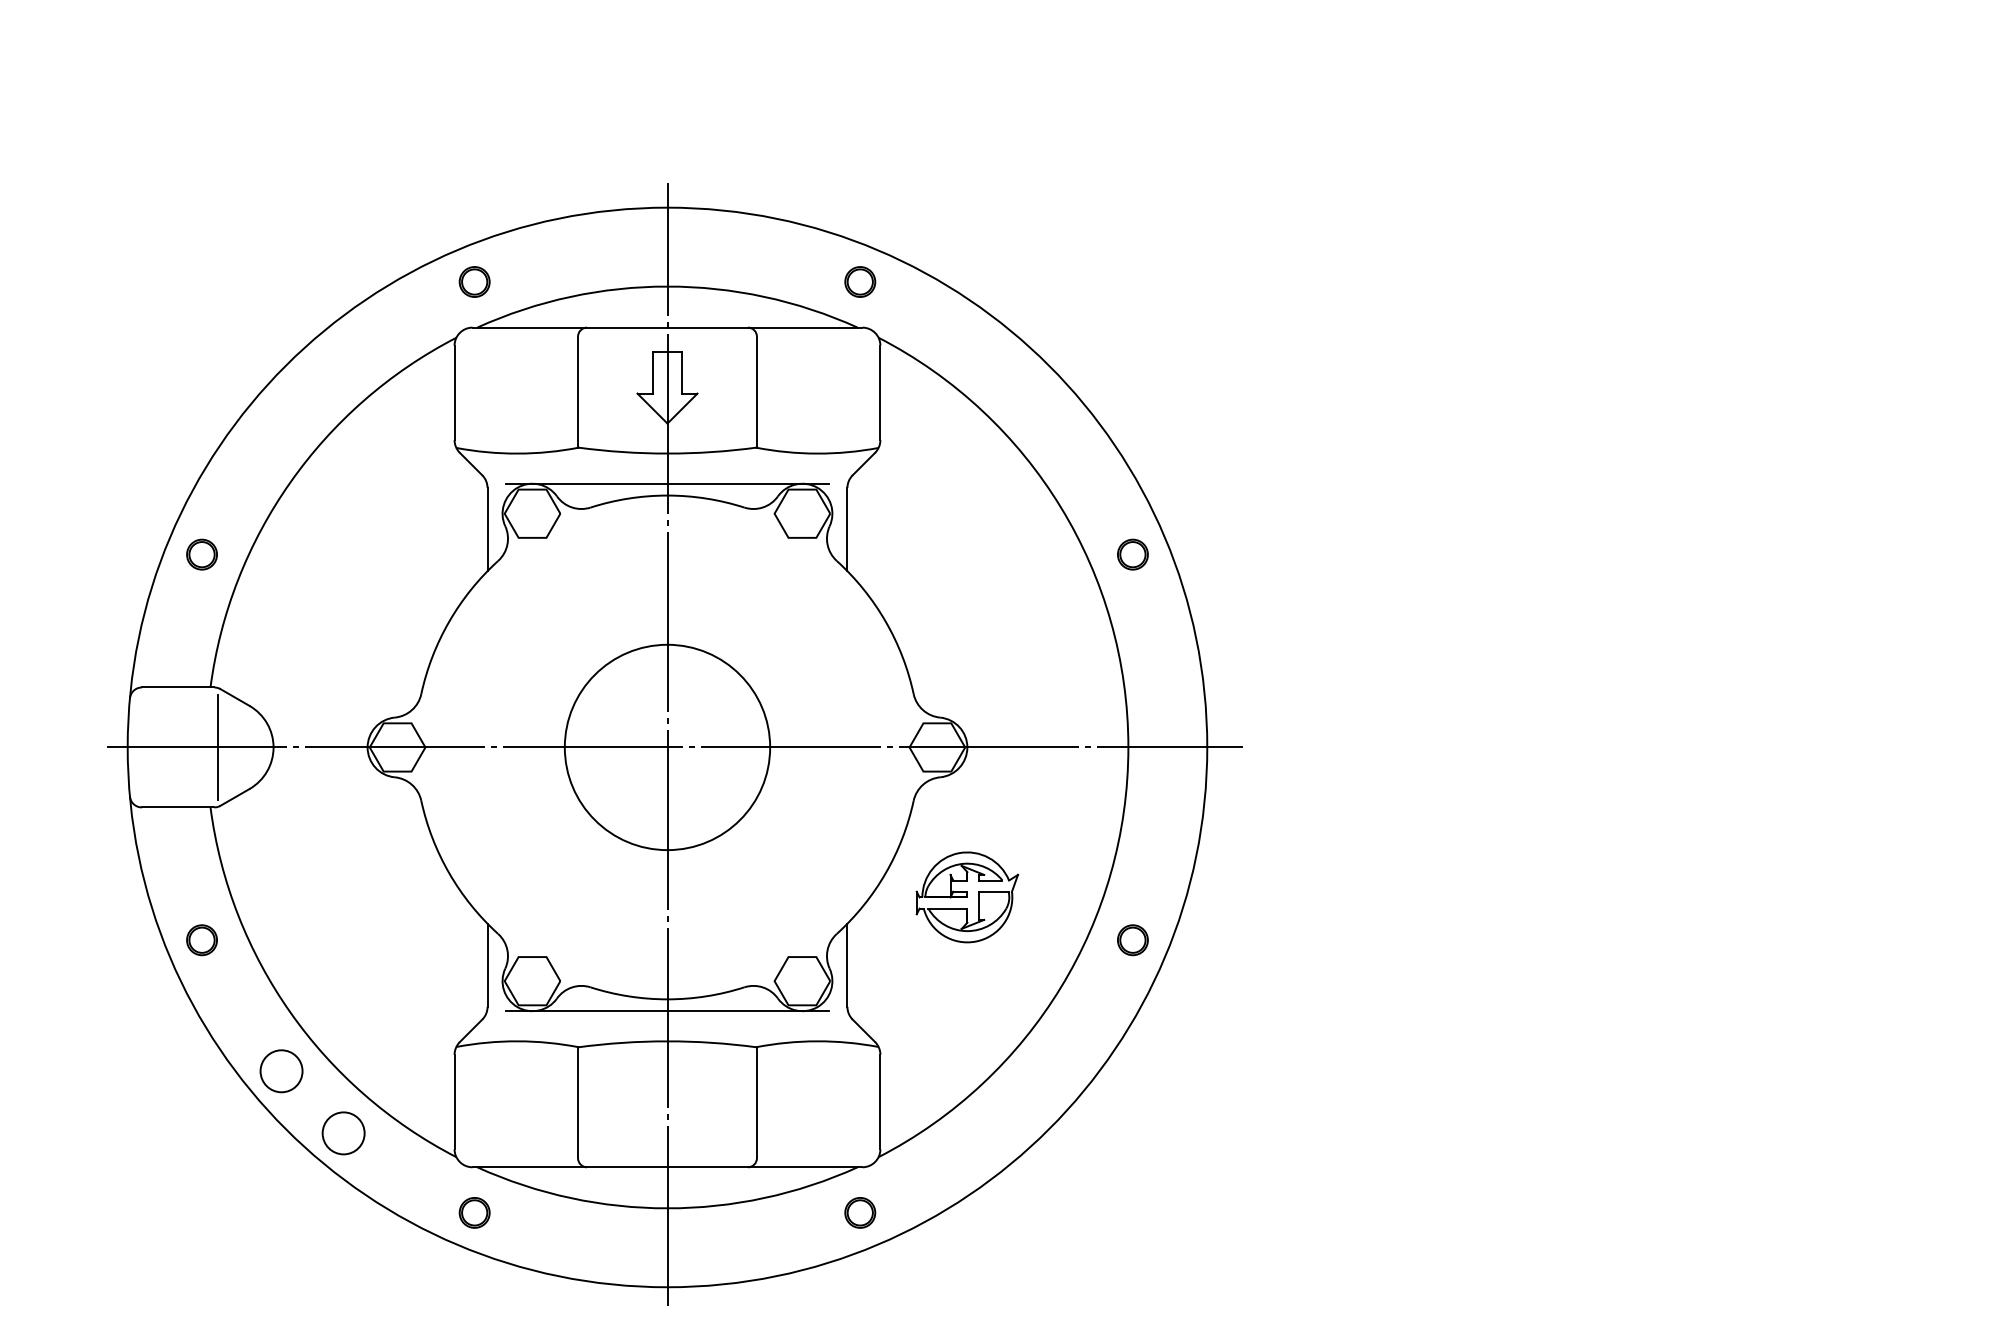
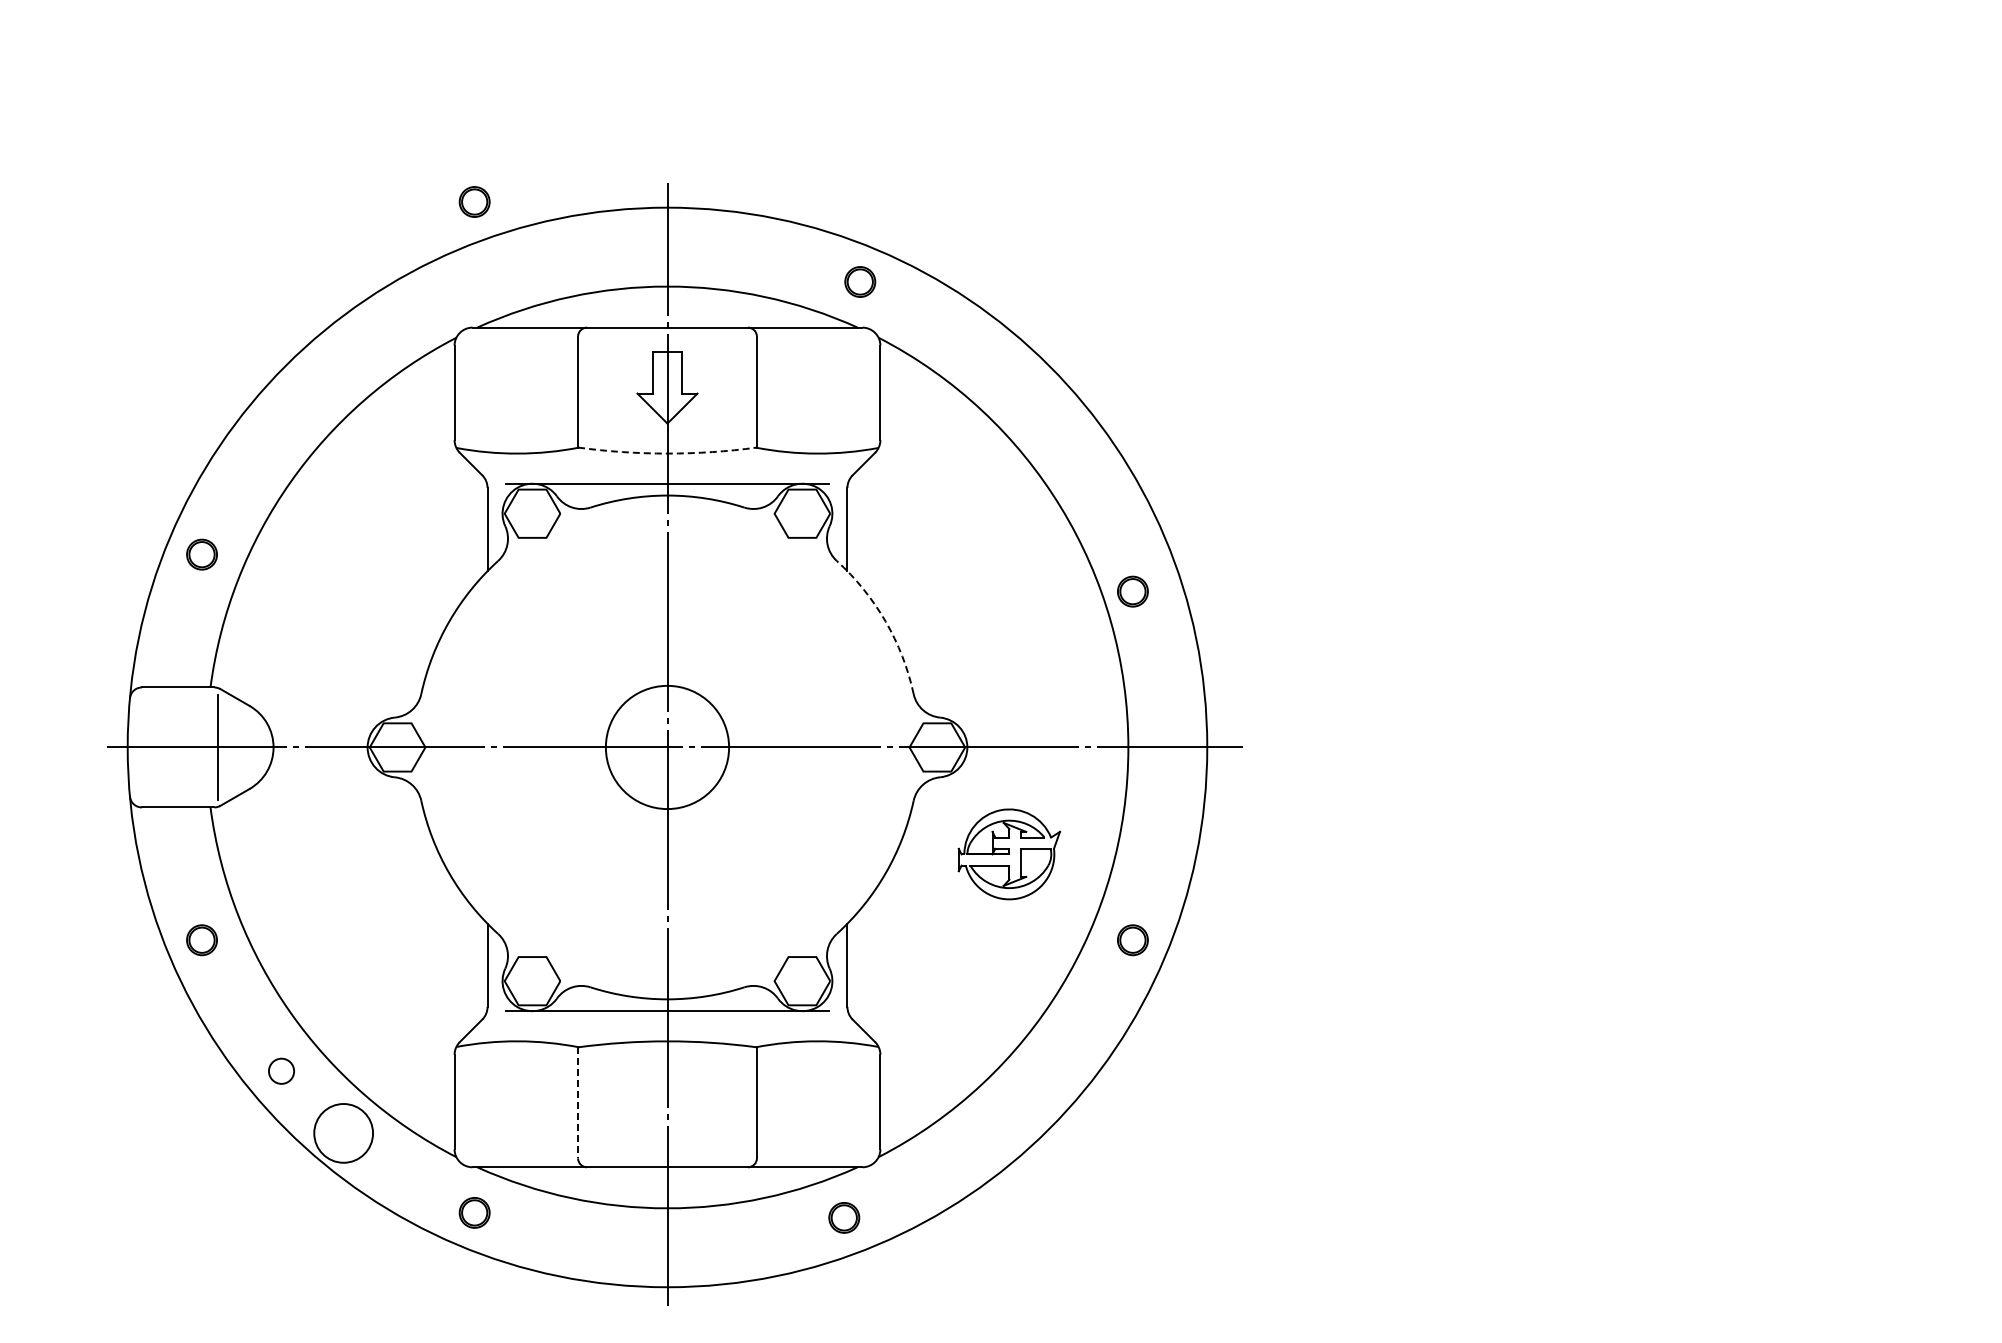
part at (474, 281) position: (474, 281) -> (474, 201)
arc at (667, 453): solid -> dashed
part at (1132, 554) position: (1132, 554) -> (1132, 591)
arc at (885, 621): solid -> dashed
circle at (667, 747) diameter: 205 px -> 123 px
part at (966, 897) position: (966, 897) -> (1008, 854)
circle at (281, 1071) diameter: 42 px -> 25 px
line at (578, 1103): solid -> dashed
circle at (343, 1133) diameter: 42 px -> 59 px
part at (860, 1212) position: (860, 1212) -> (844, 1217)
